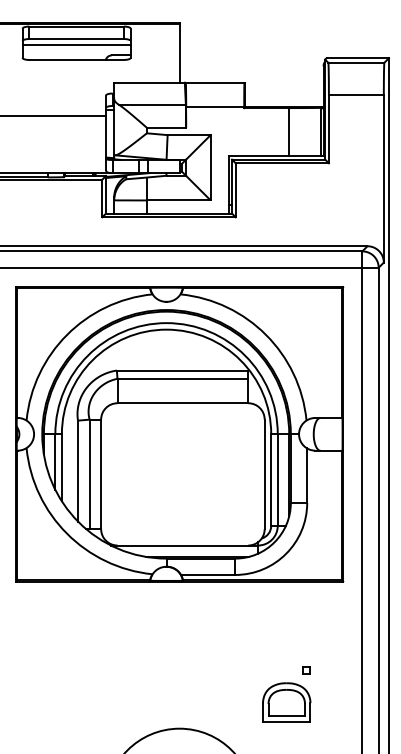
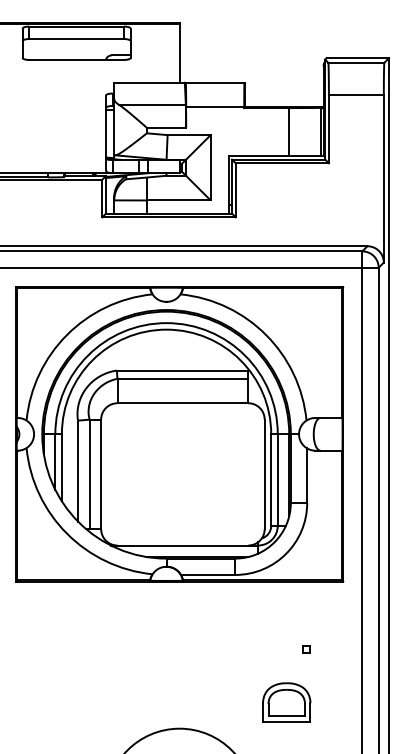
line at (76, 45): present -> none
line at (54, 115): present -> none
part at (306, 670) position: (306, 670) -> (306, 649)
